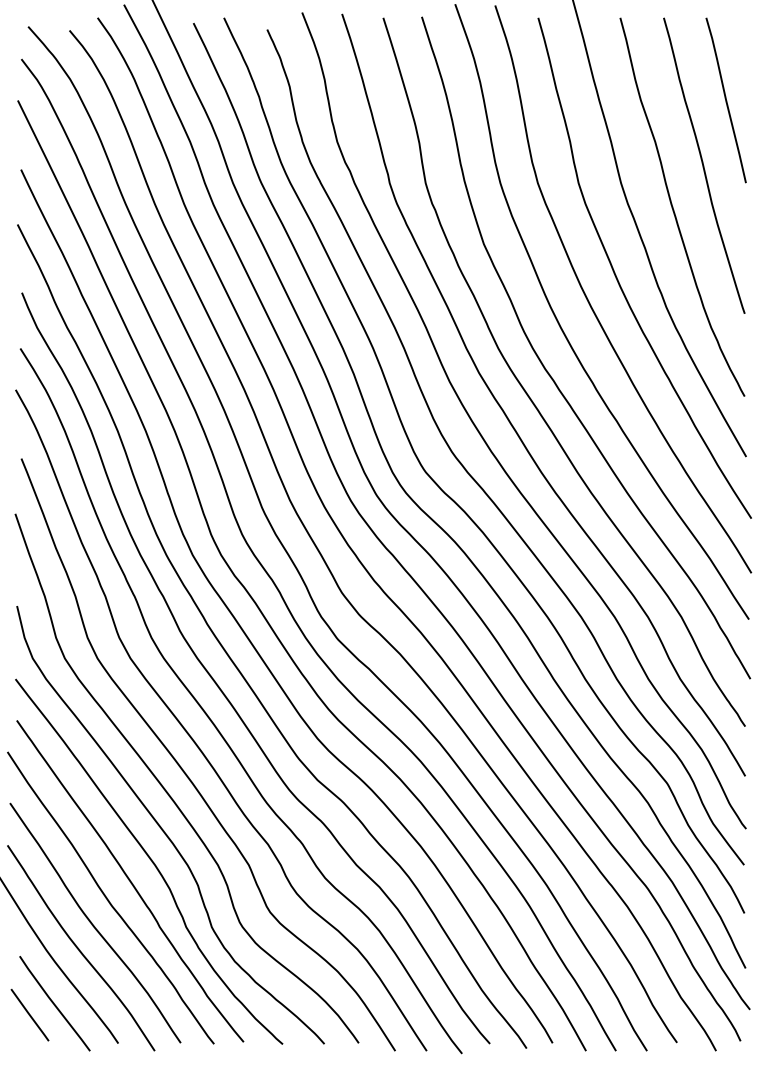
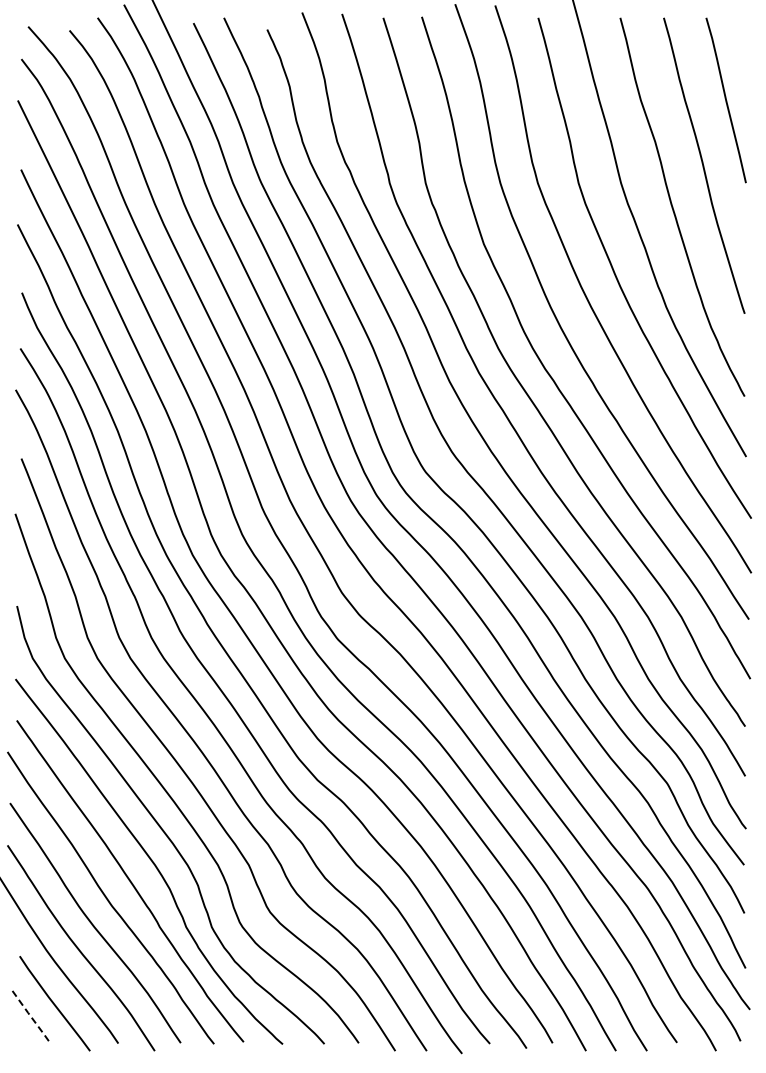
line at (29, 1015): solid -> dashed
